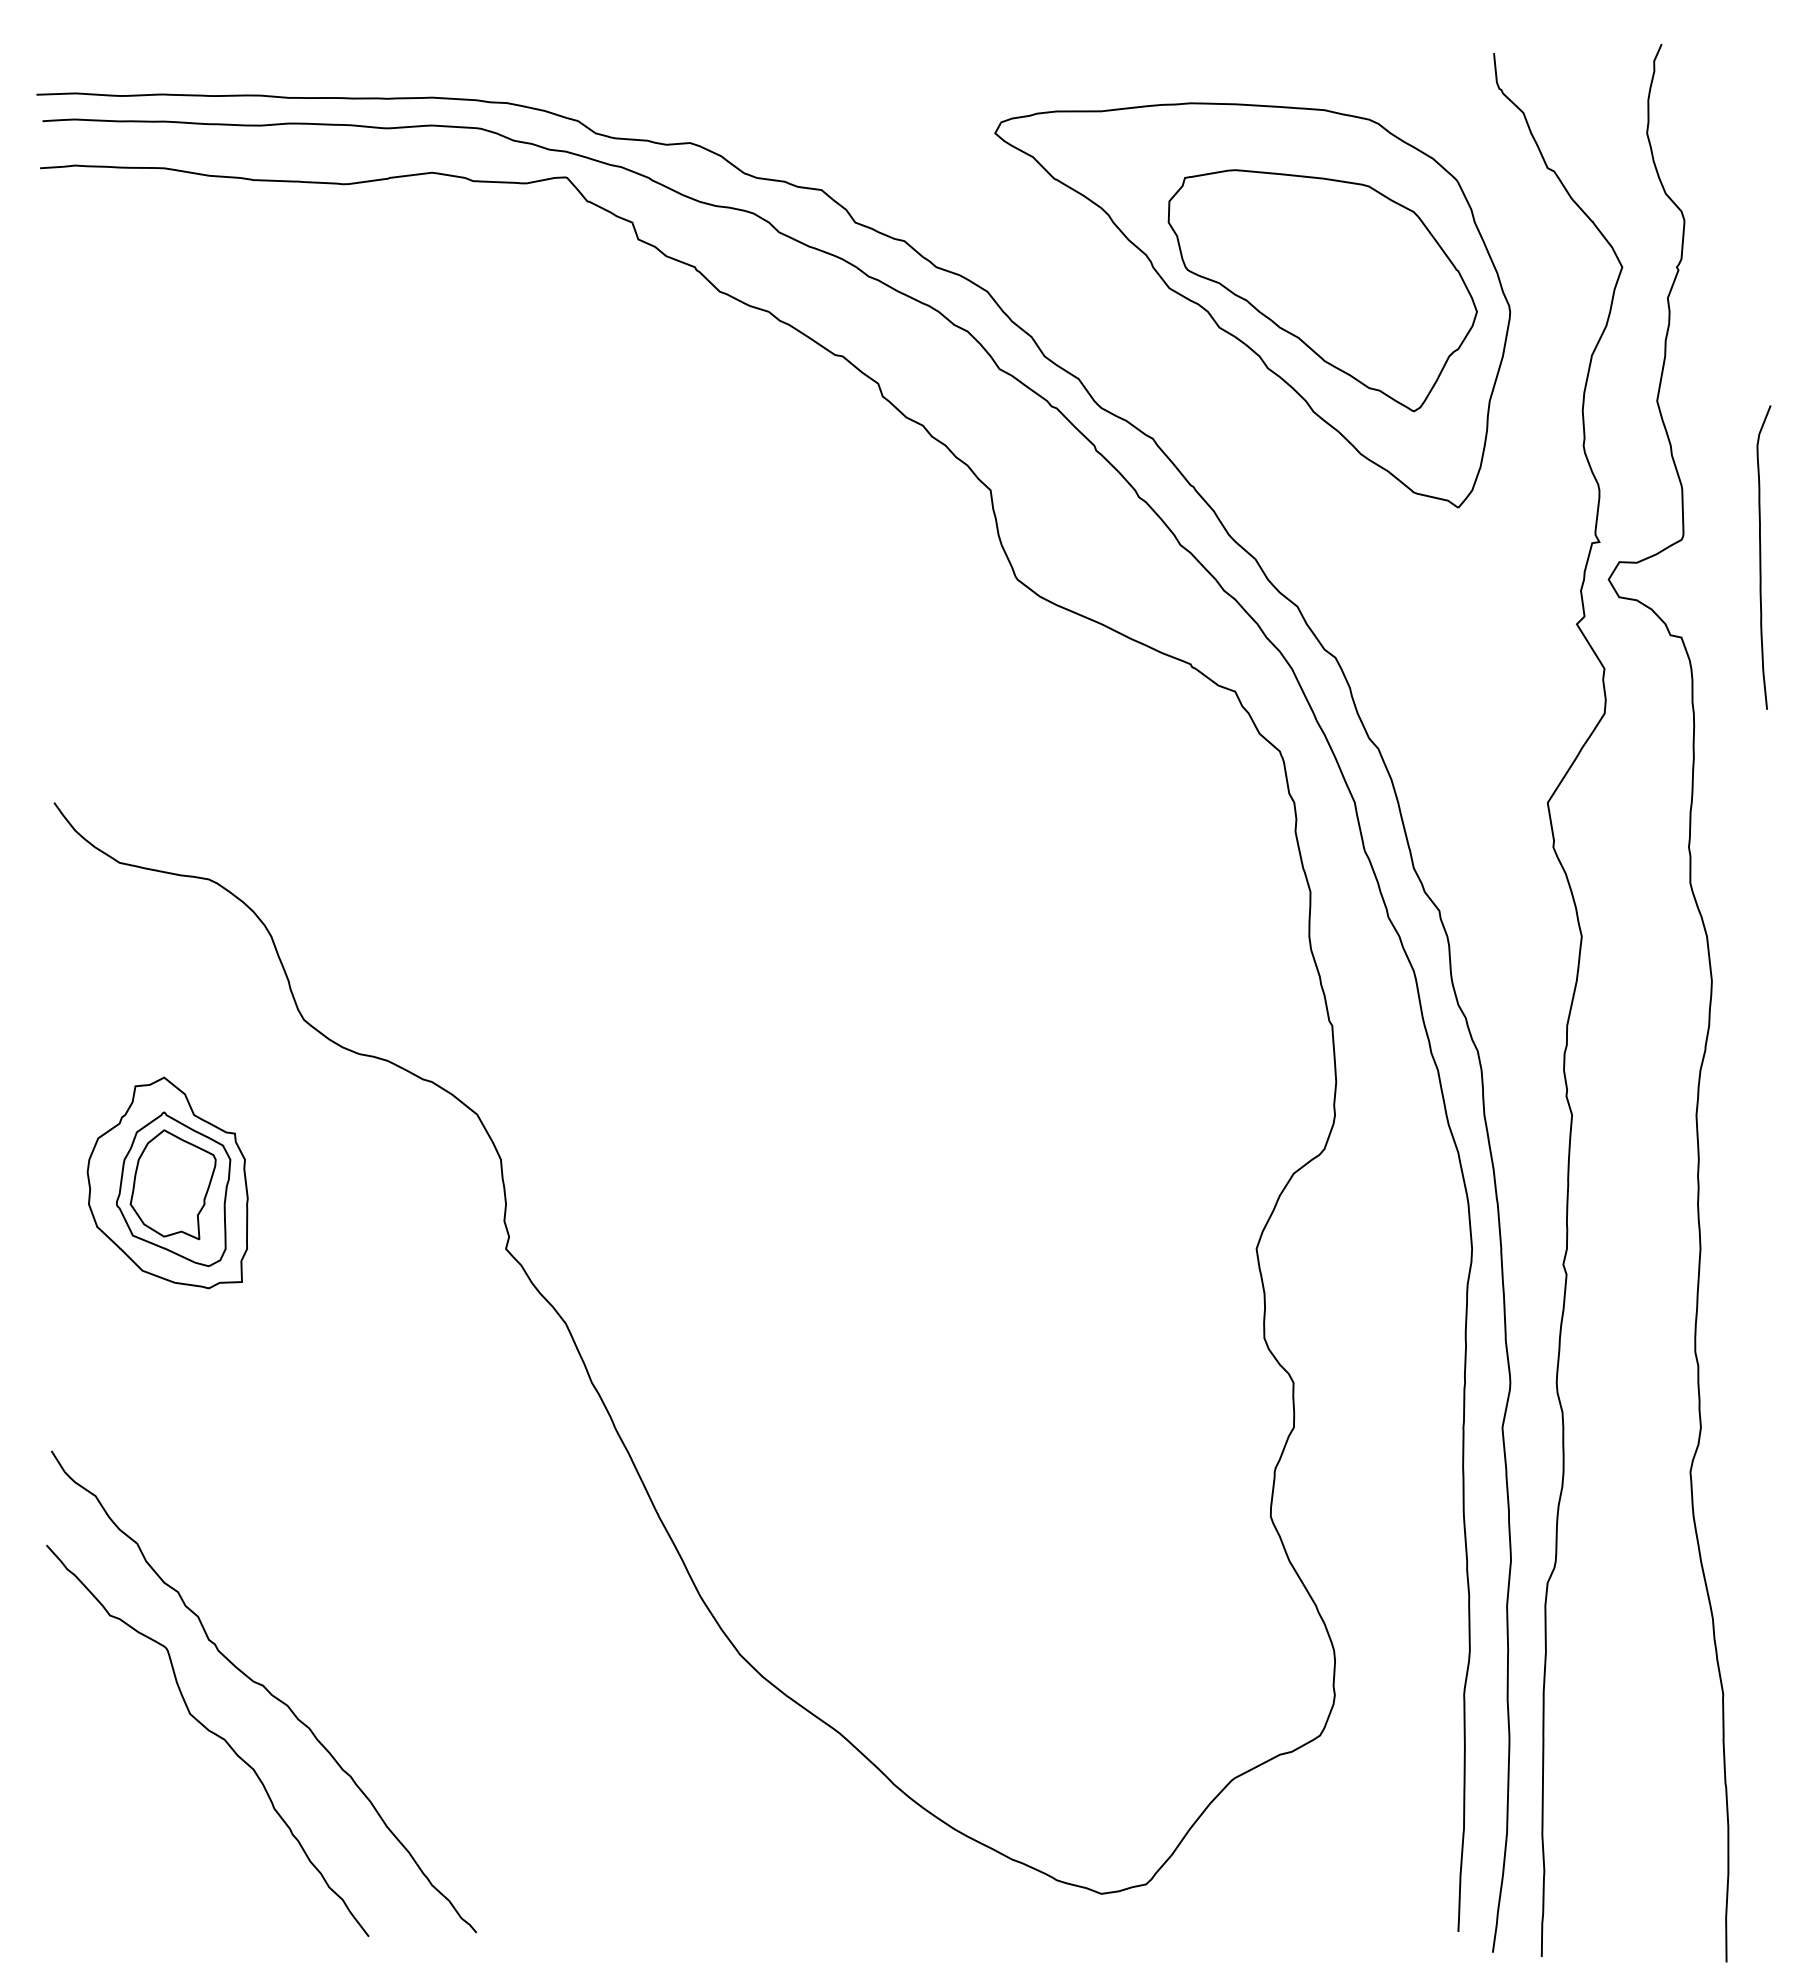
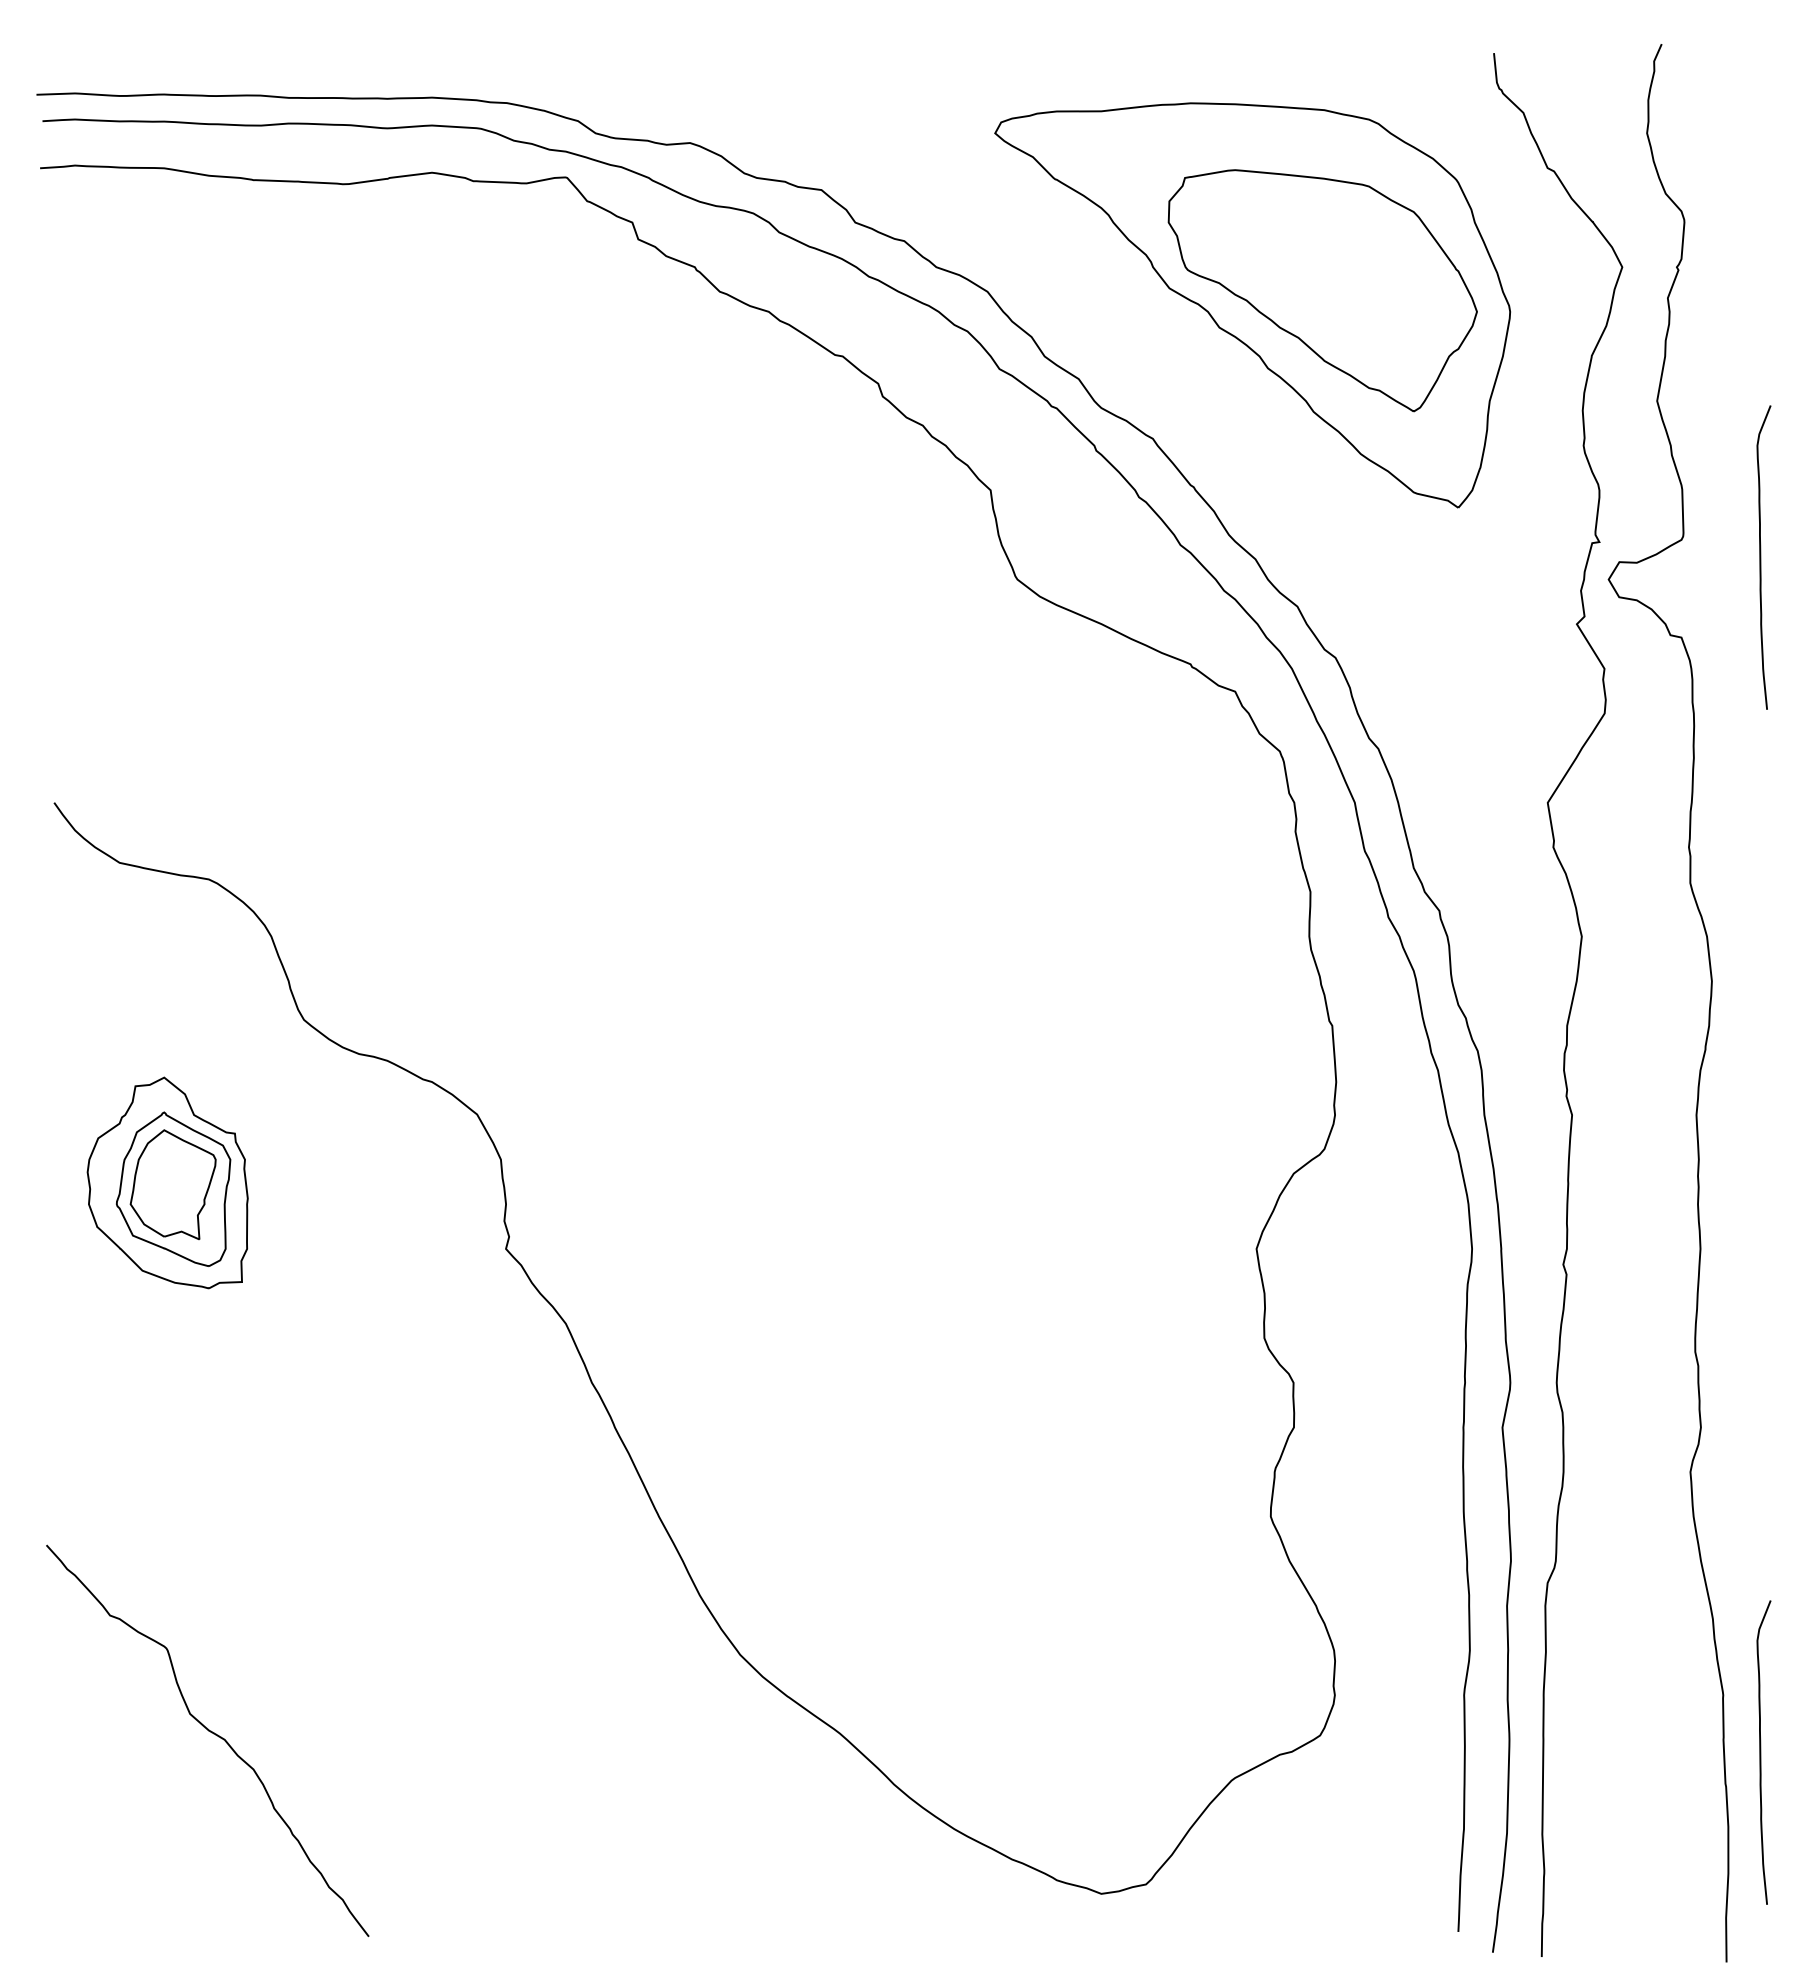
curve at (265, 1689): present -> none
curve at (1761, 1752): none -> present
